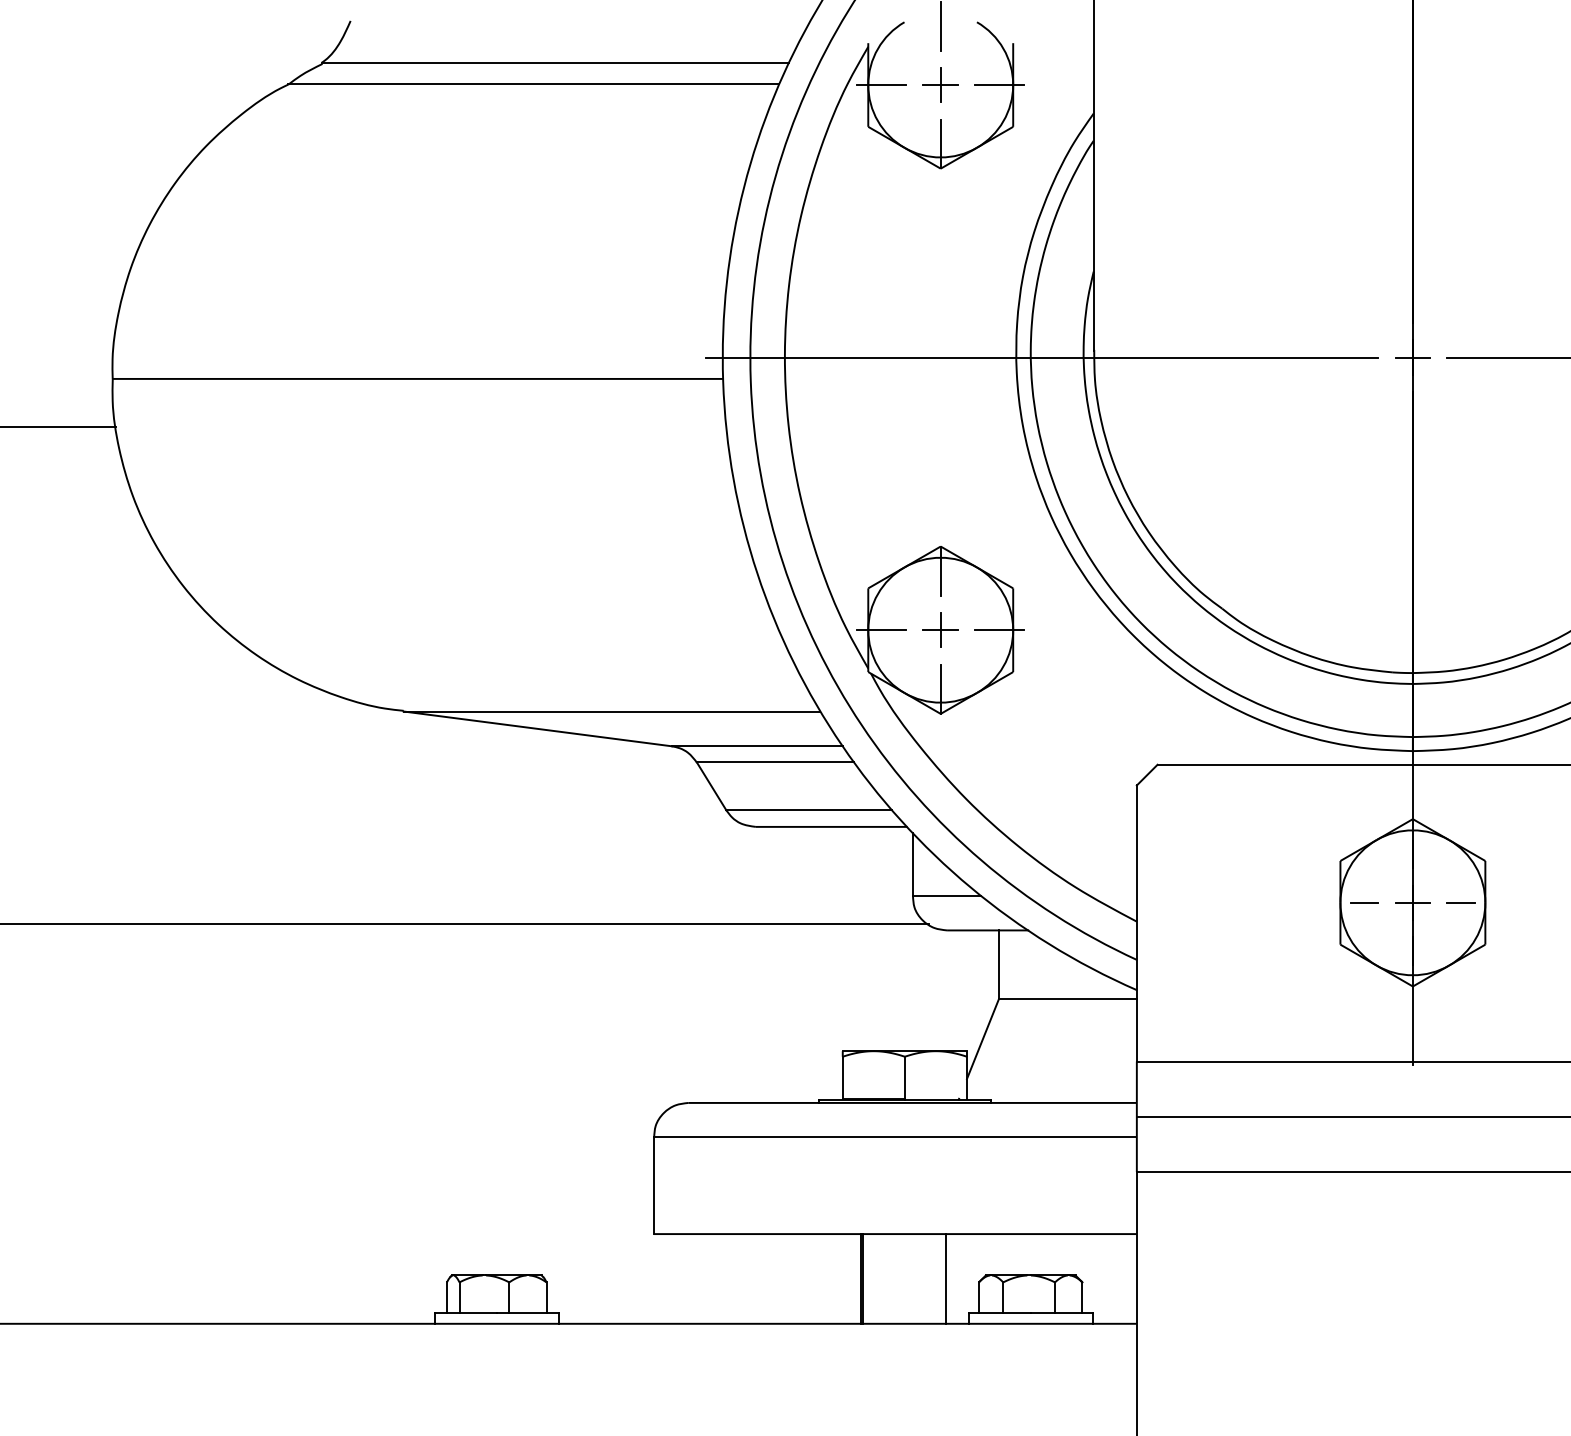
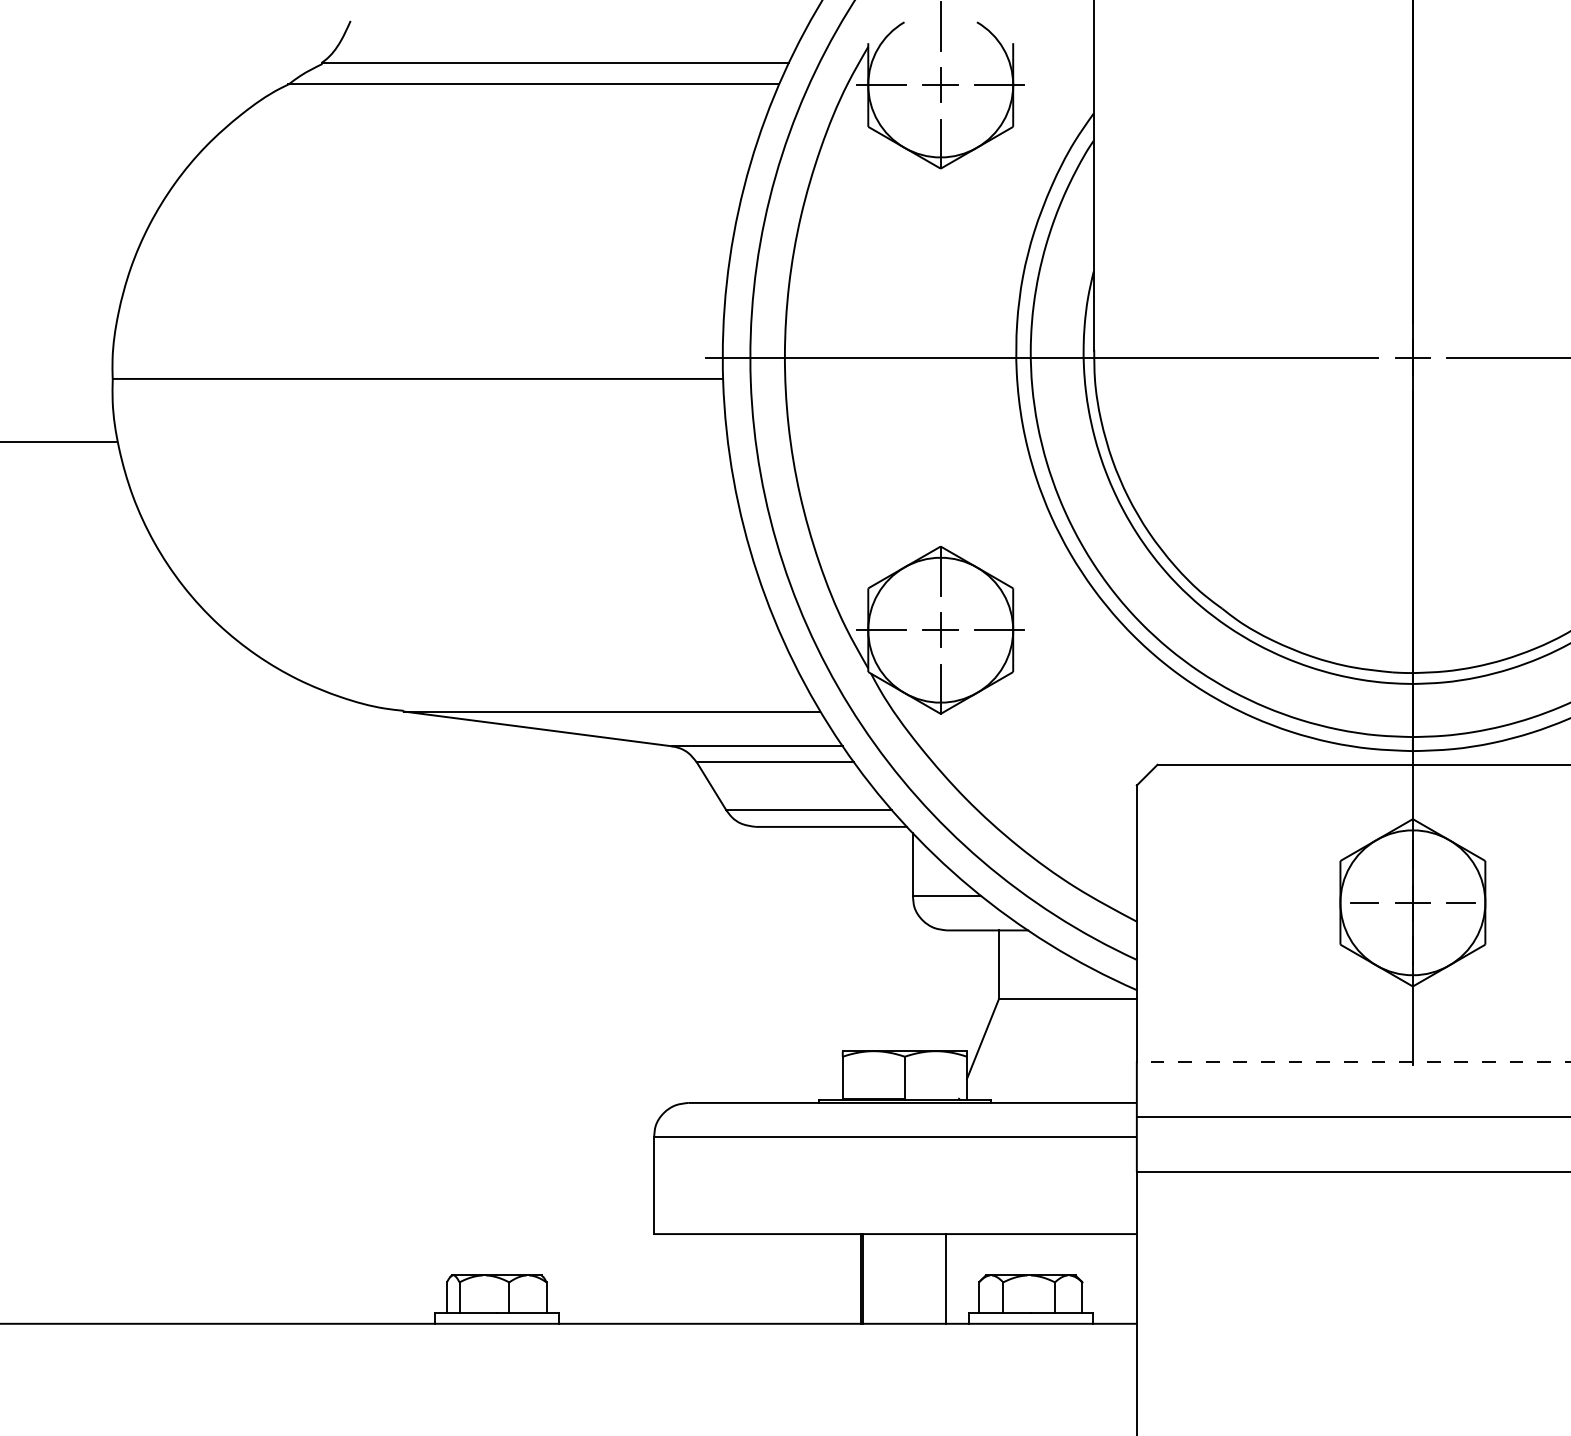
line at (59, 426) position: (59, 426) -> (59, 441)
line at (465, 924): present -> none
line at (1353, 1061): solid -> dashed
